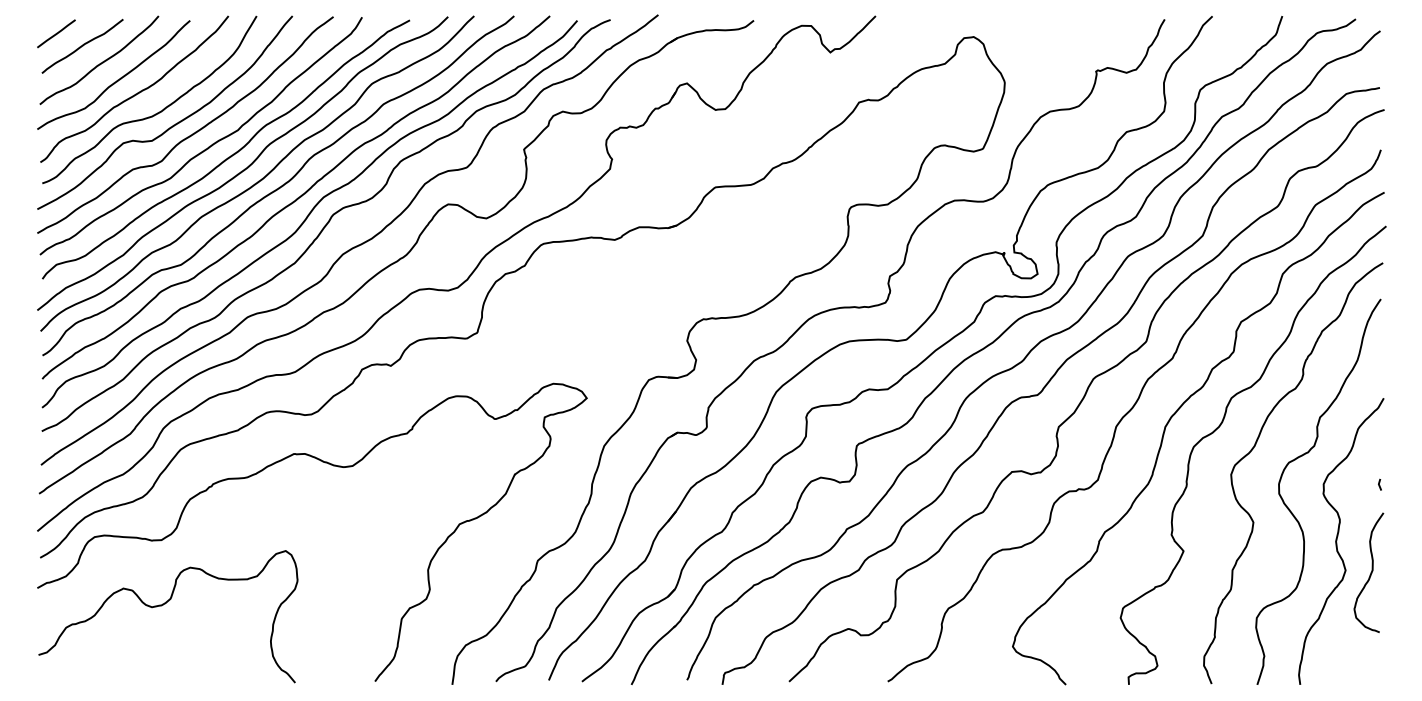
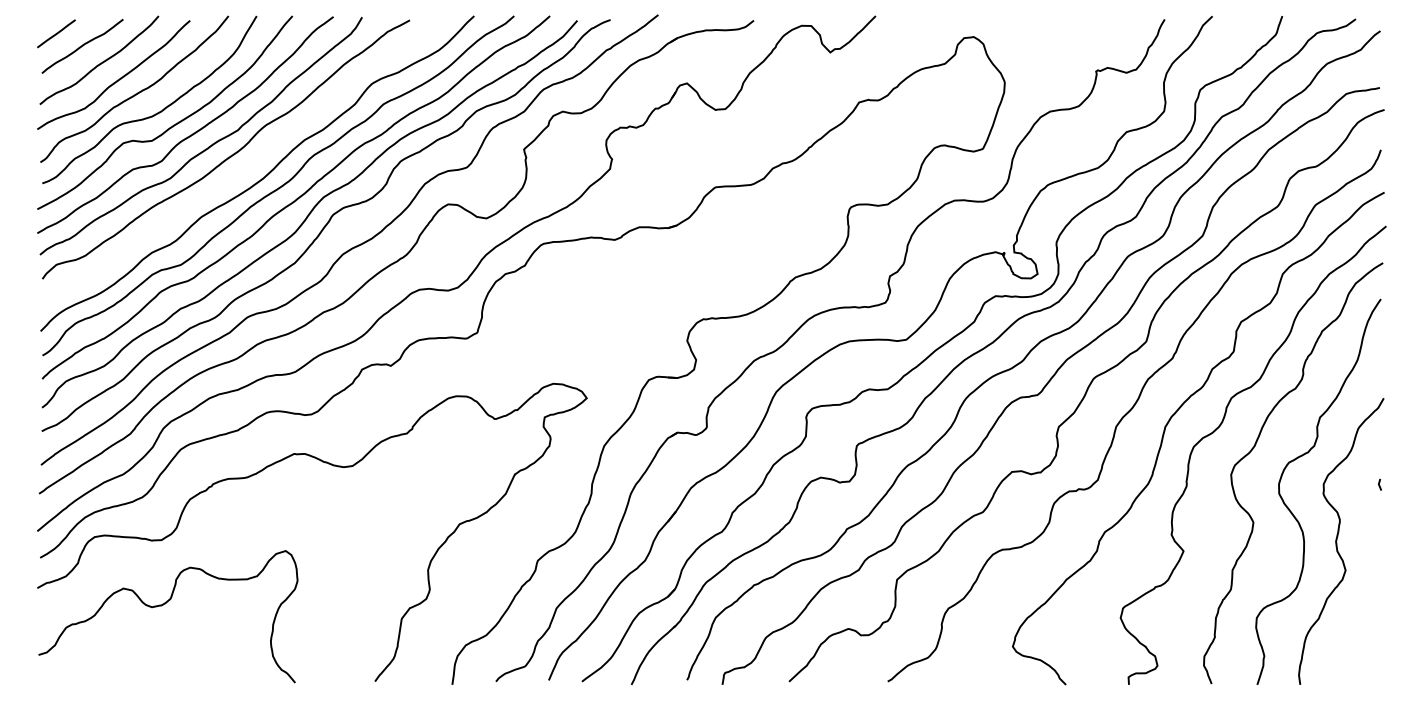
curve at (244, 168): present -> none
curve at (1370, 572): present -> none
